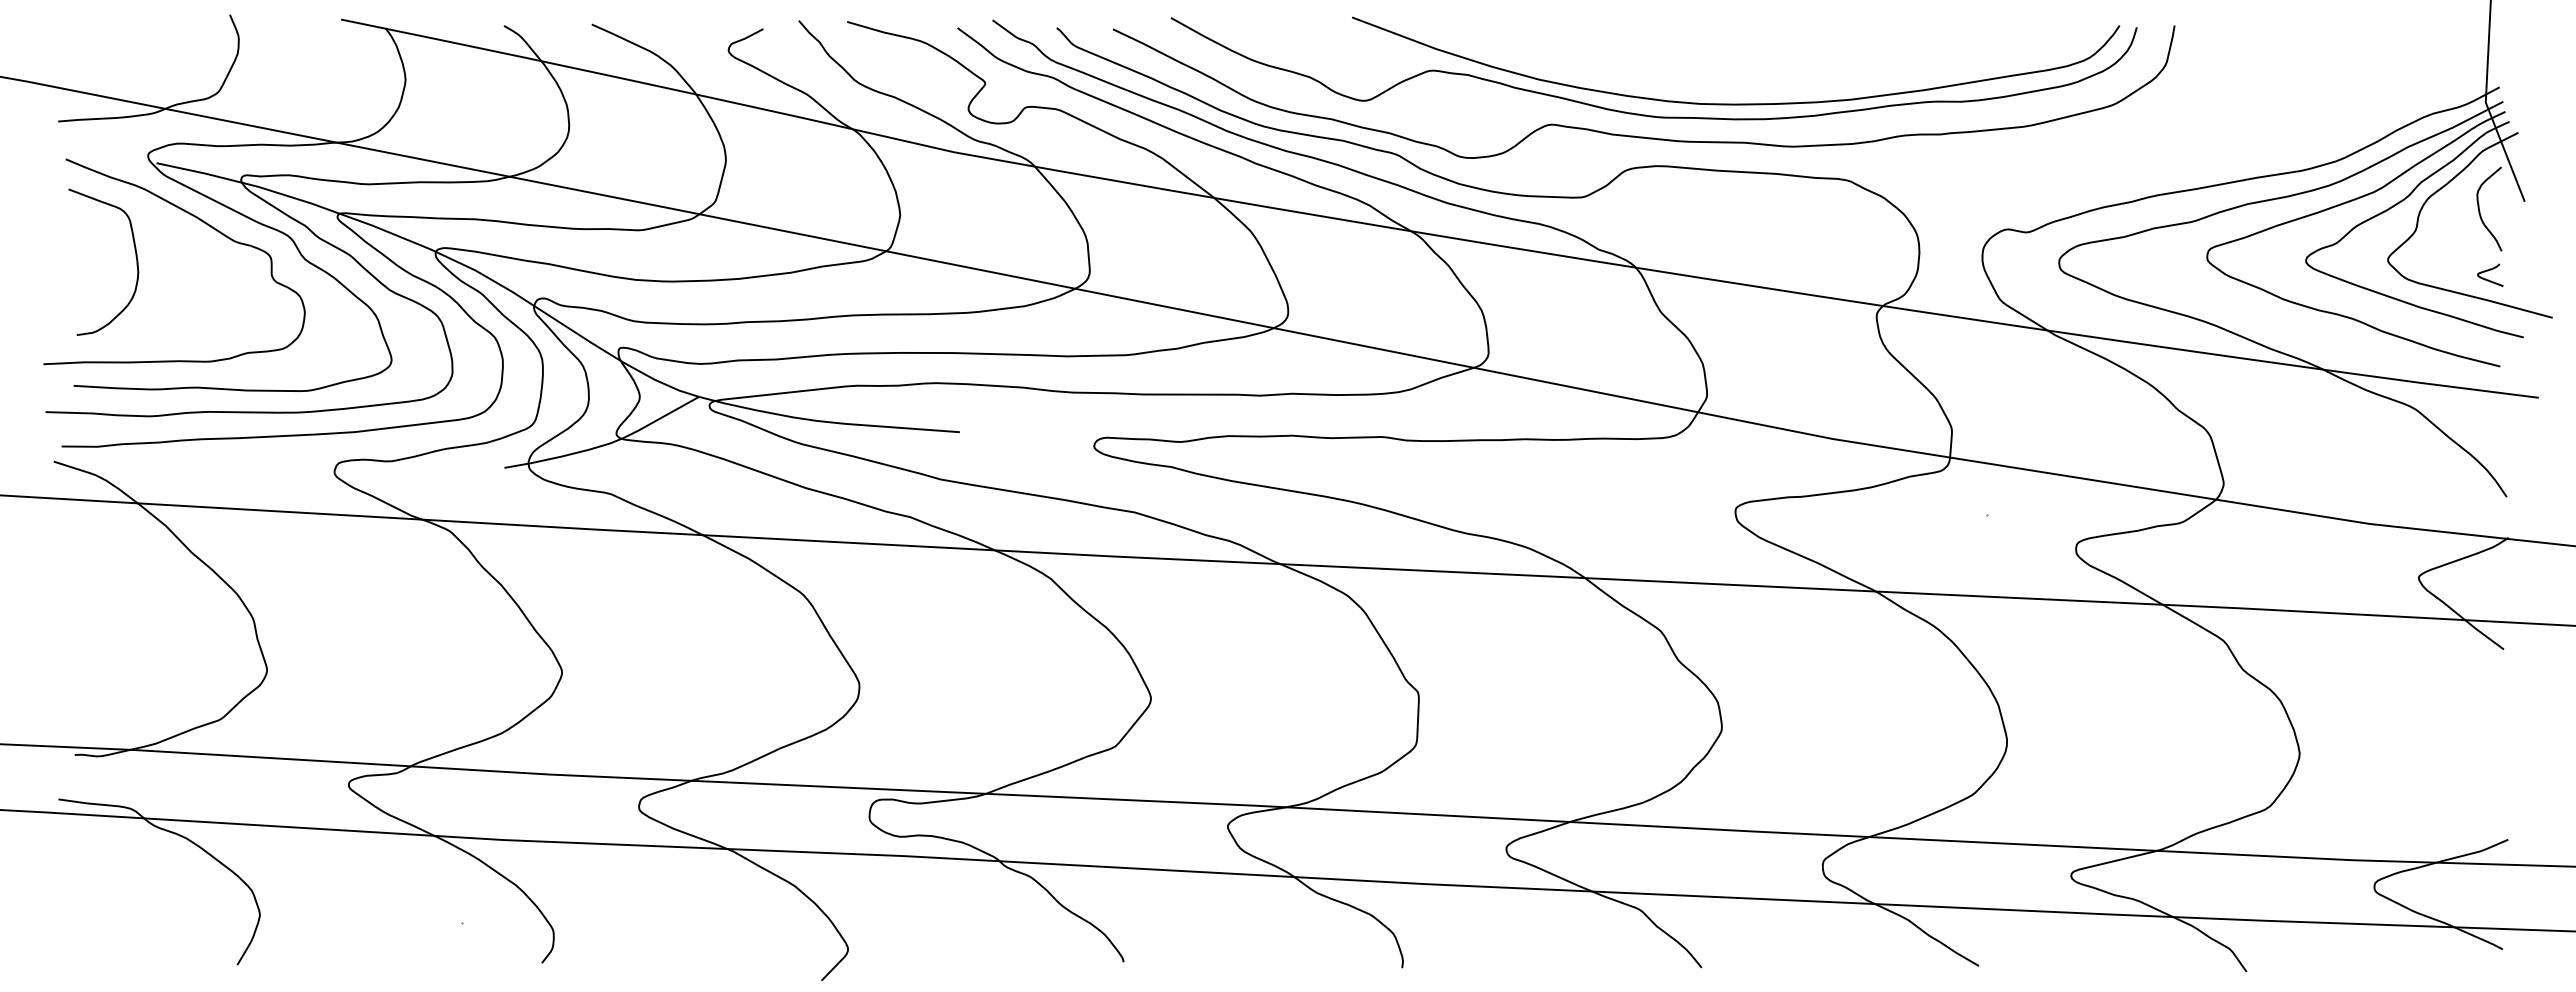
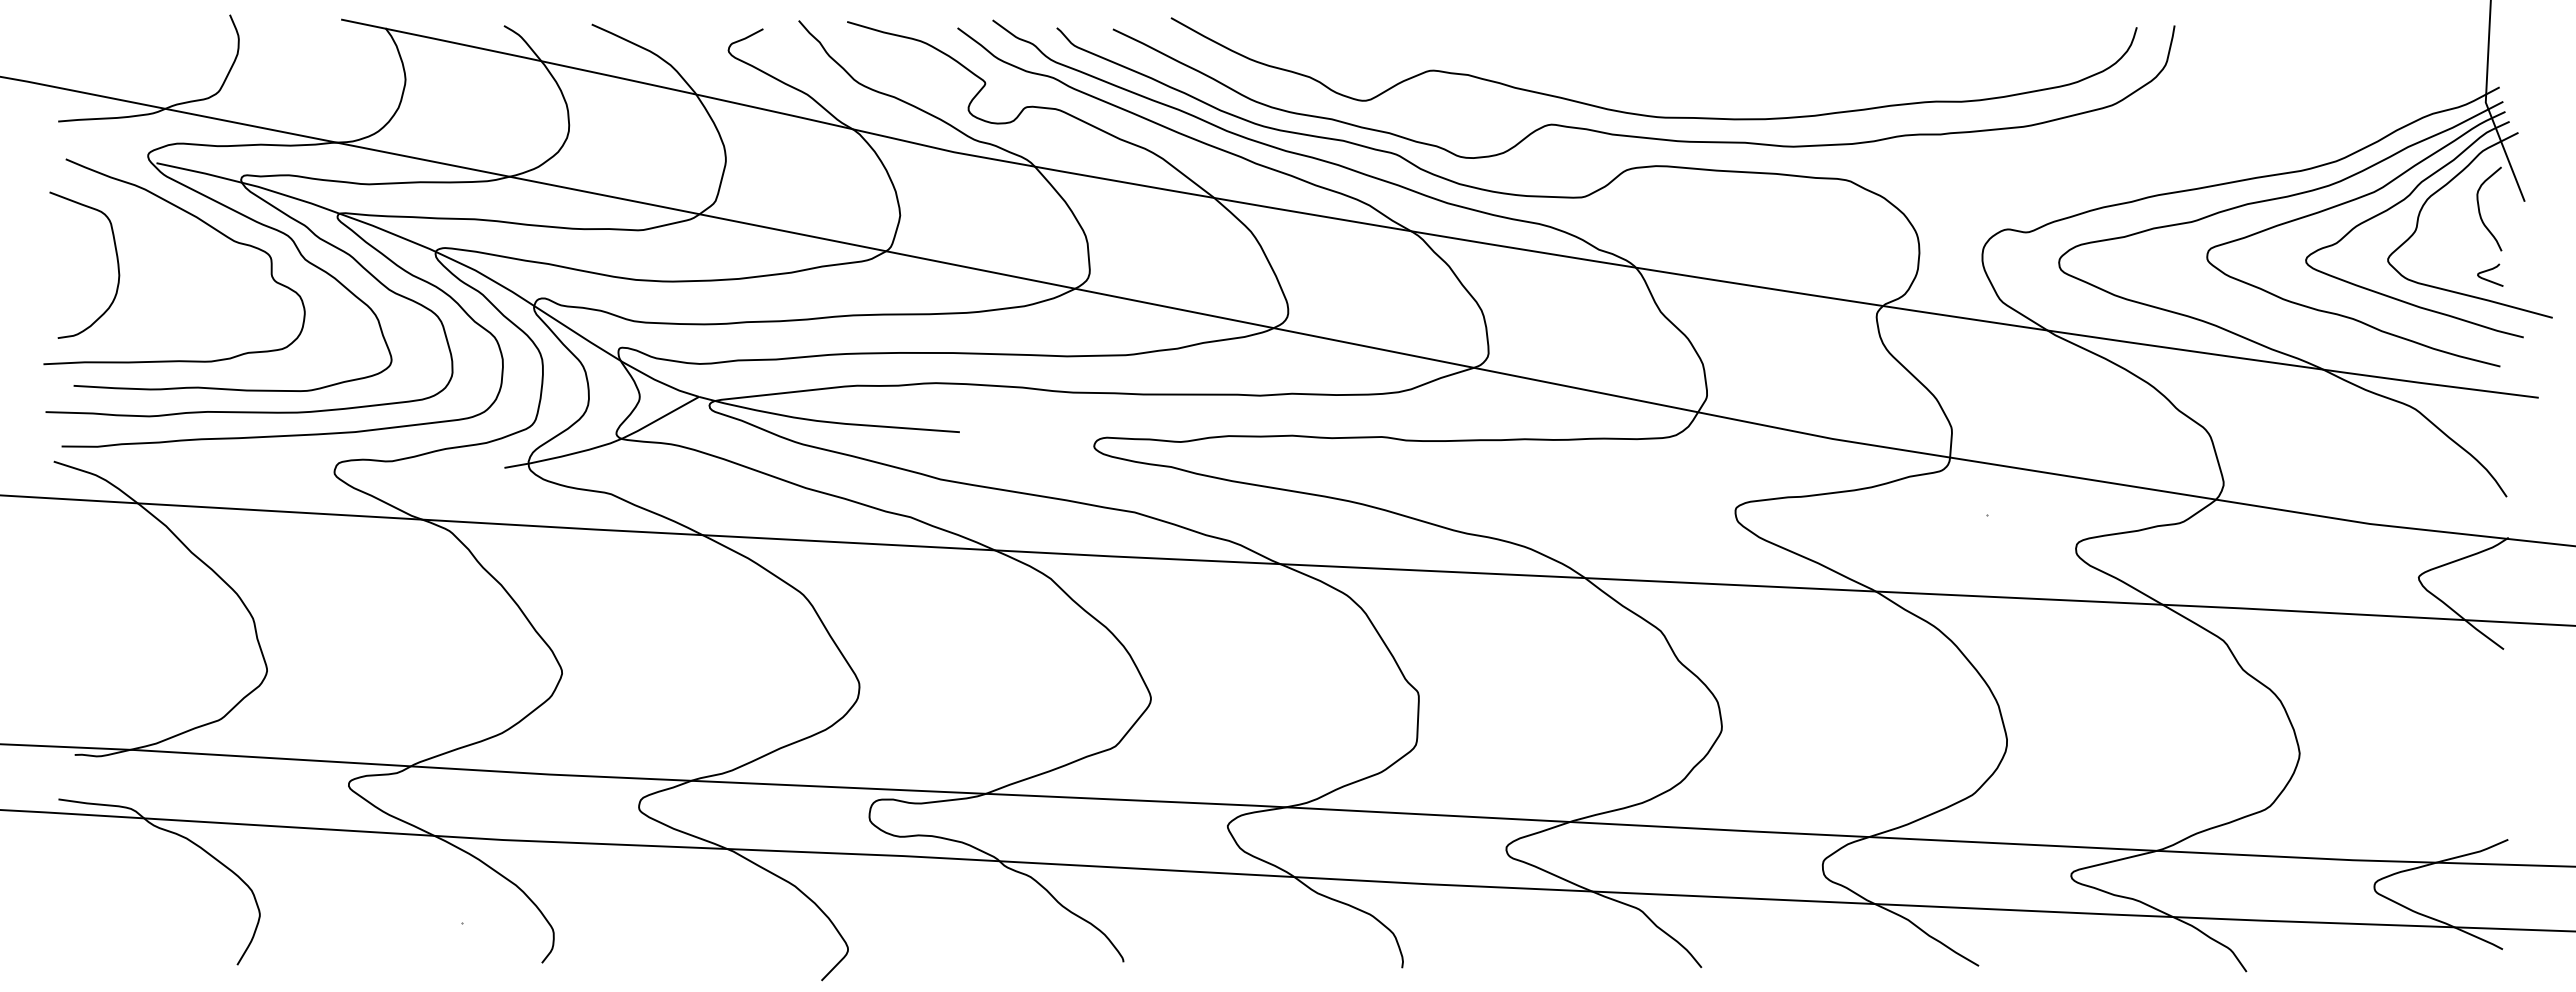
curve at (1736, 103): present -> none
curve at (135, 256) position: (135, 256) -> (116, 259)
